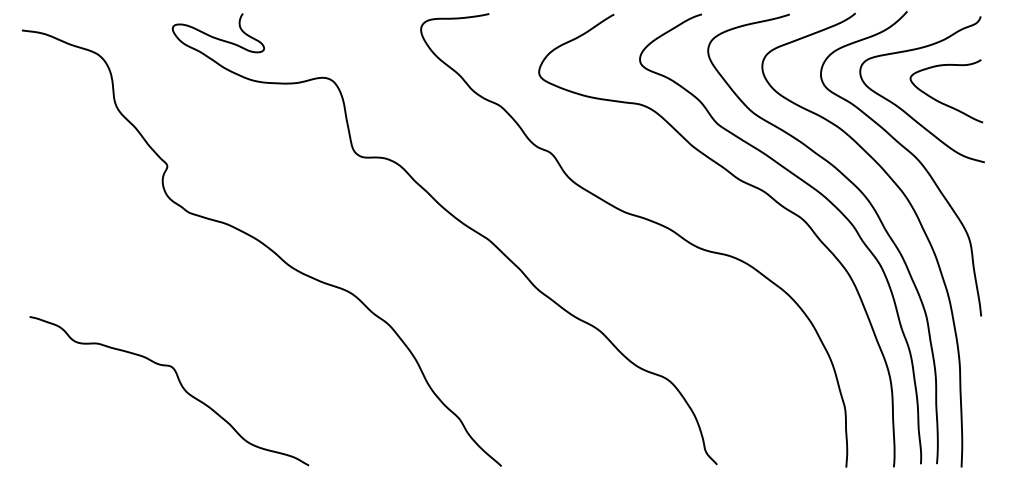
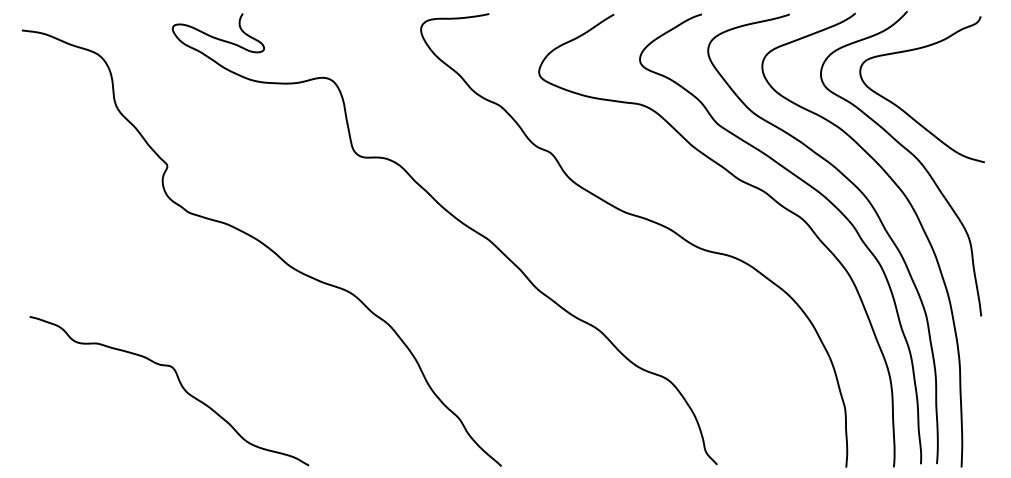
curve at (940, 101): present -> none
